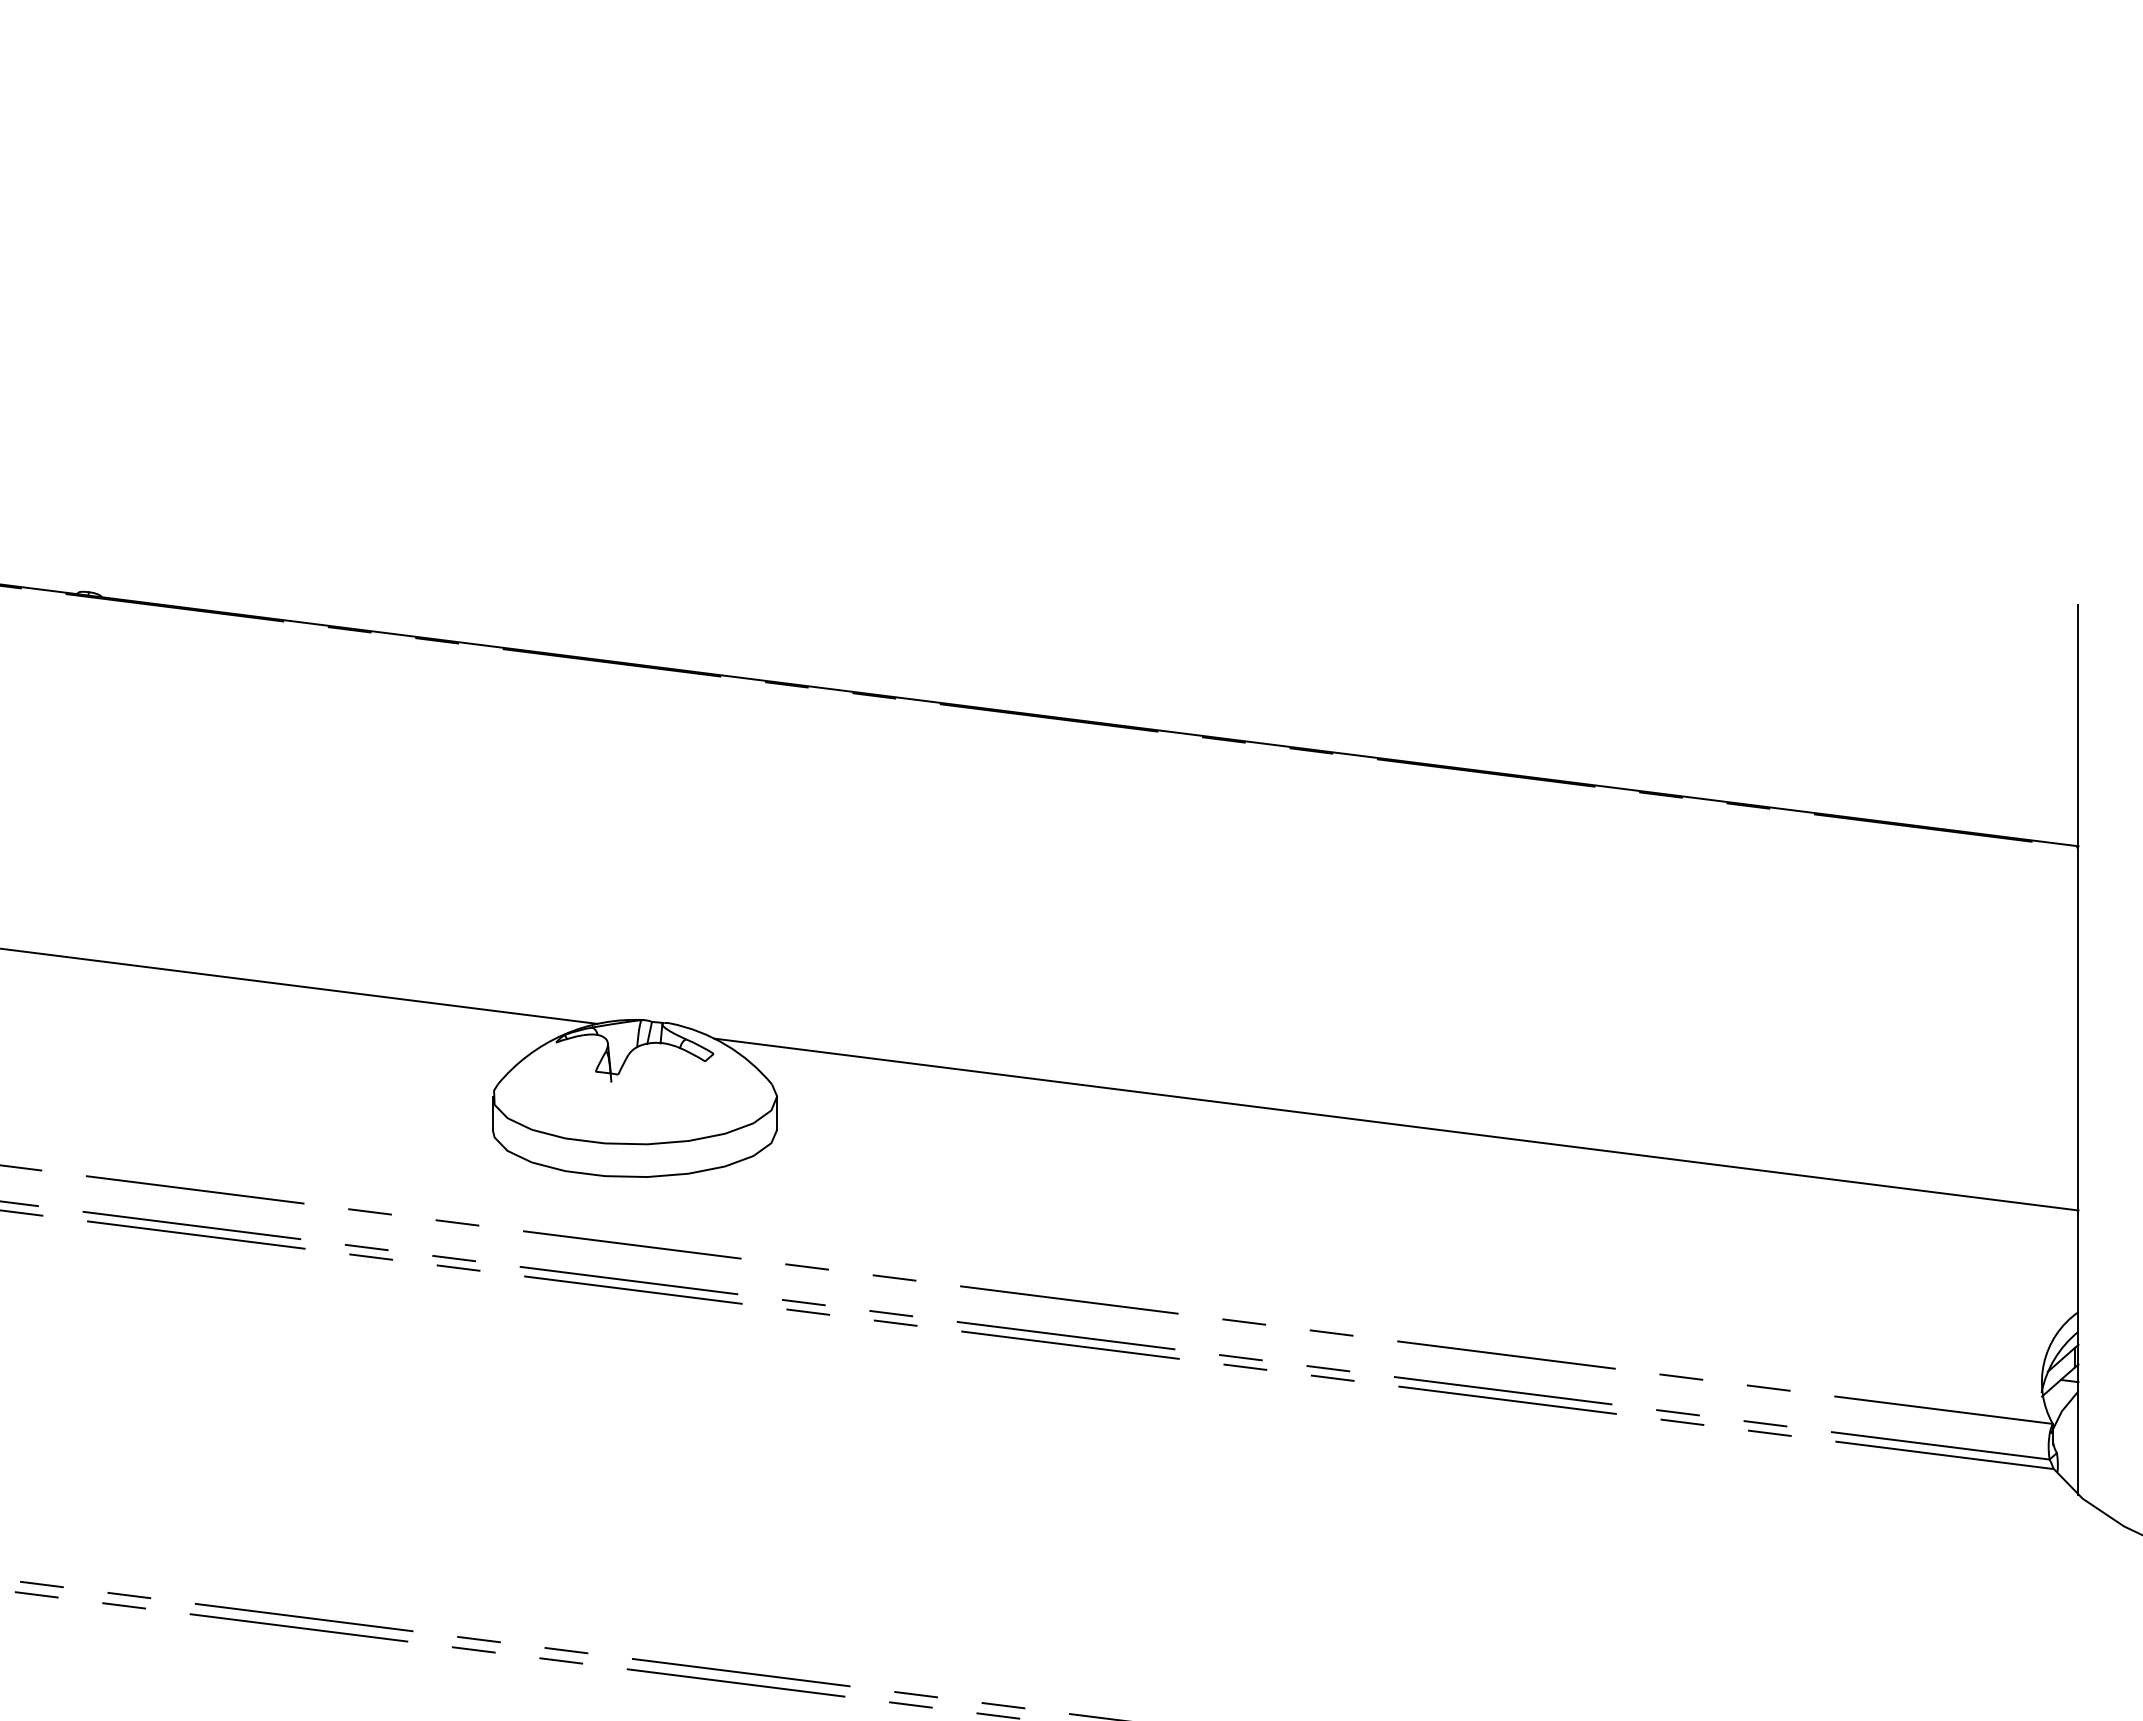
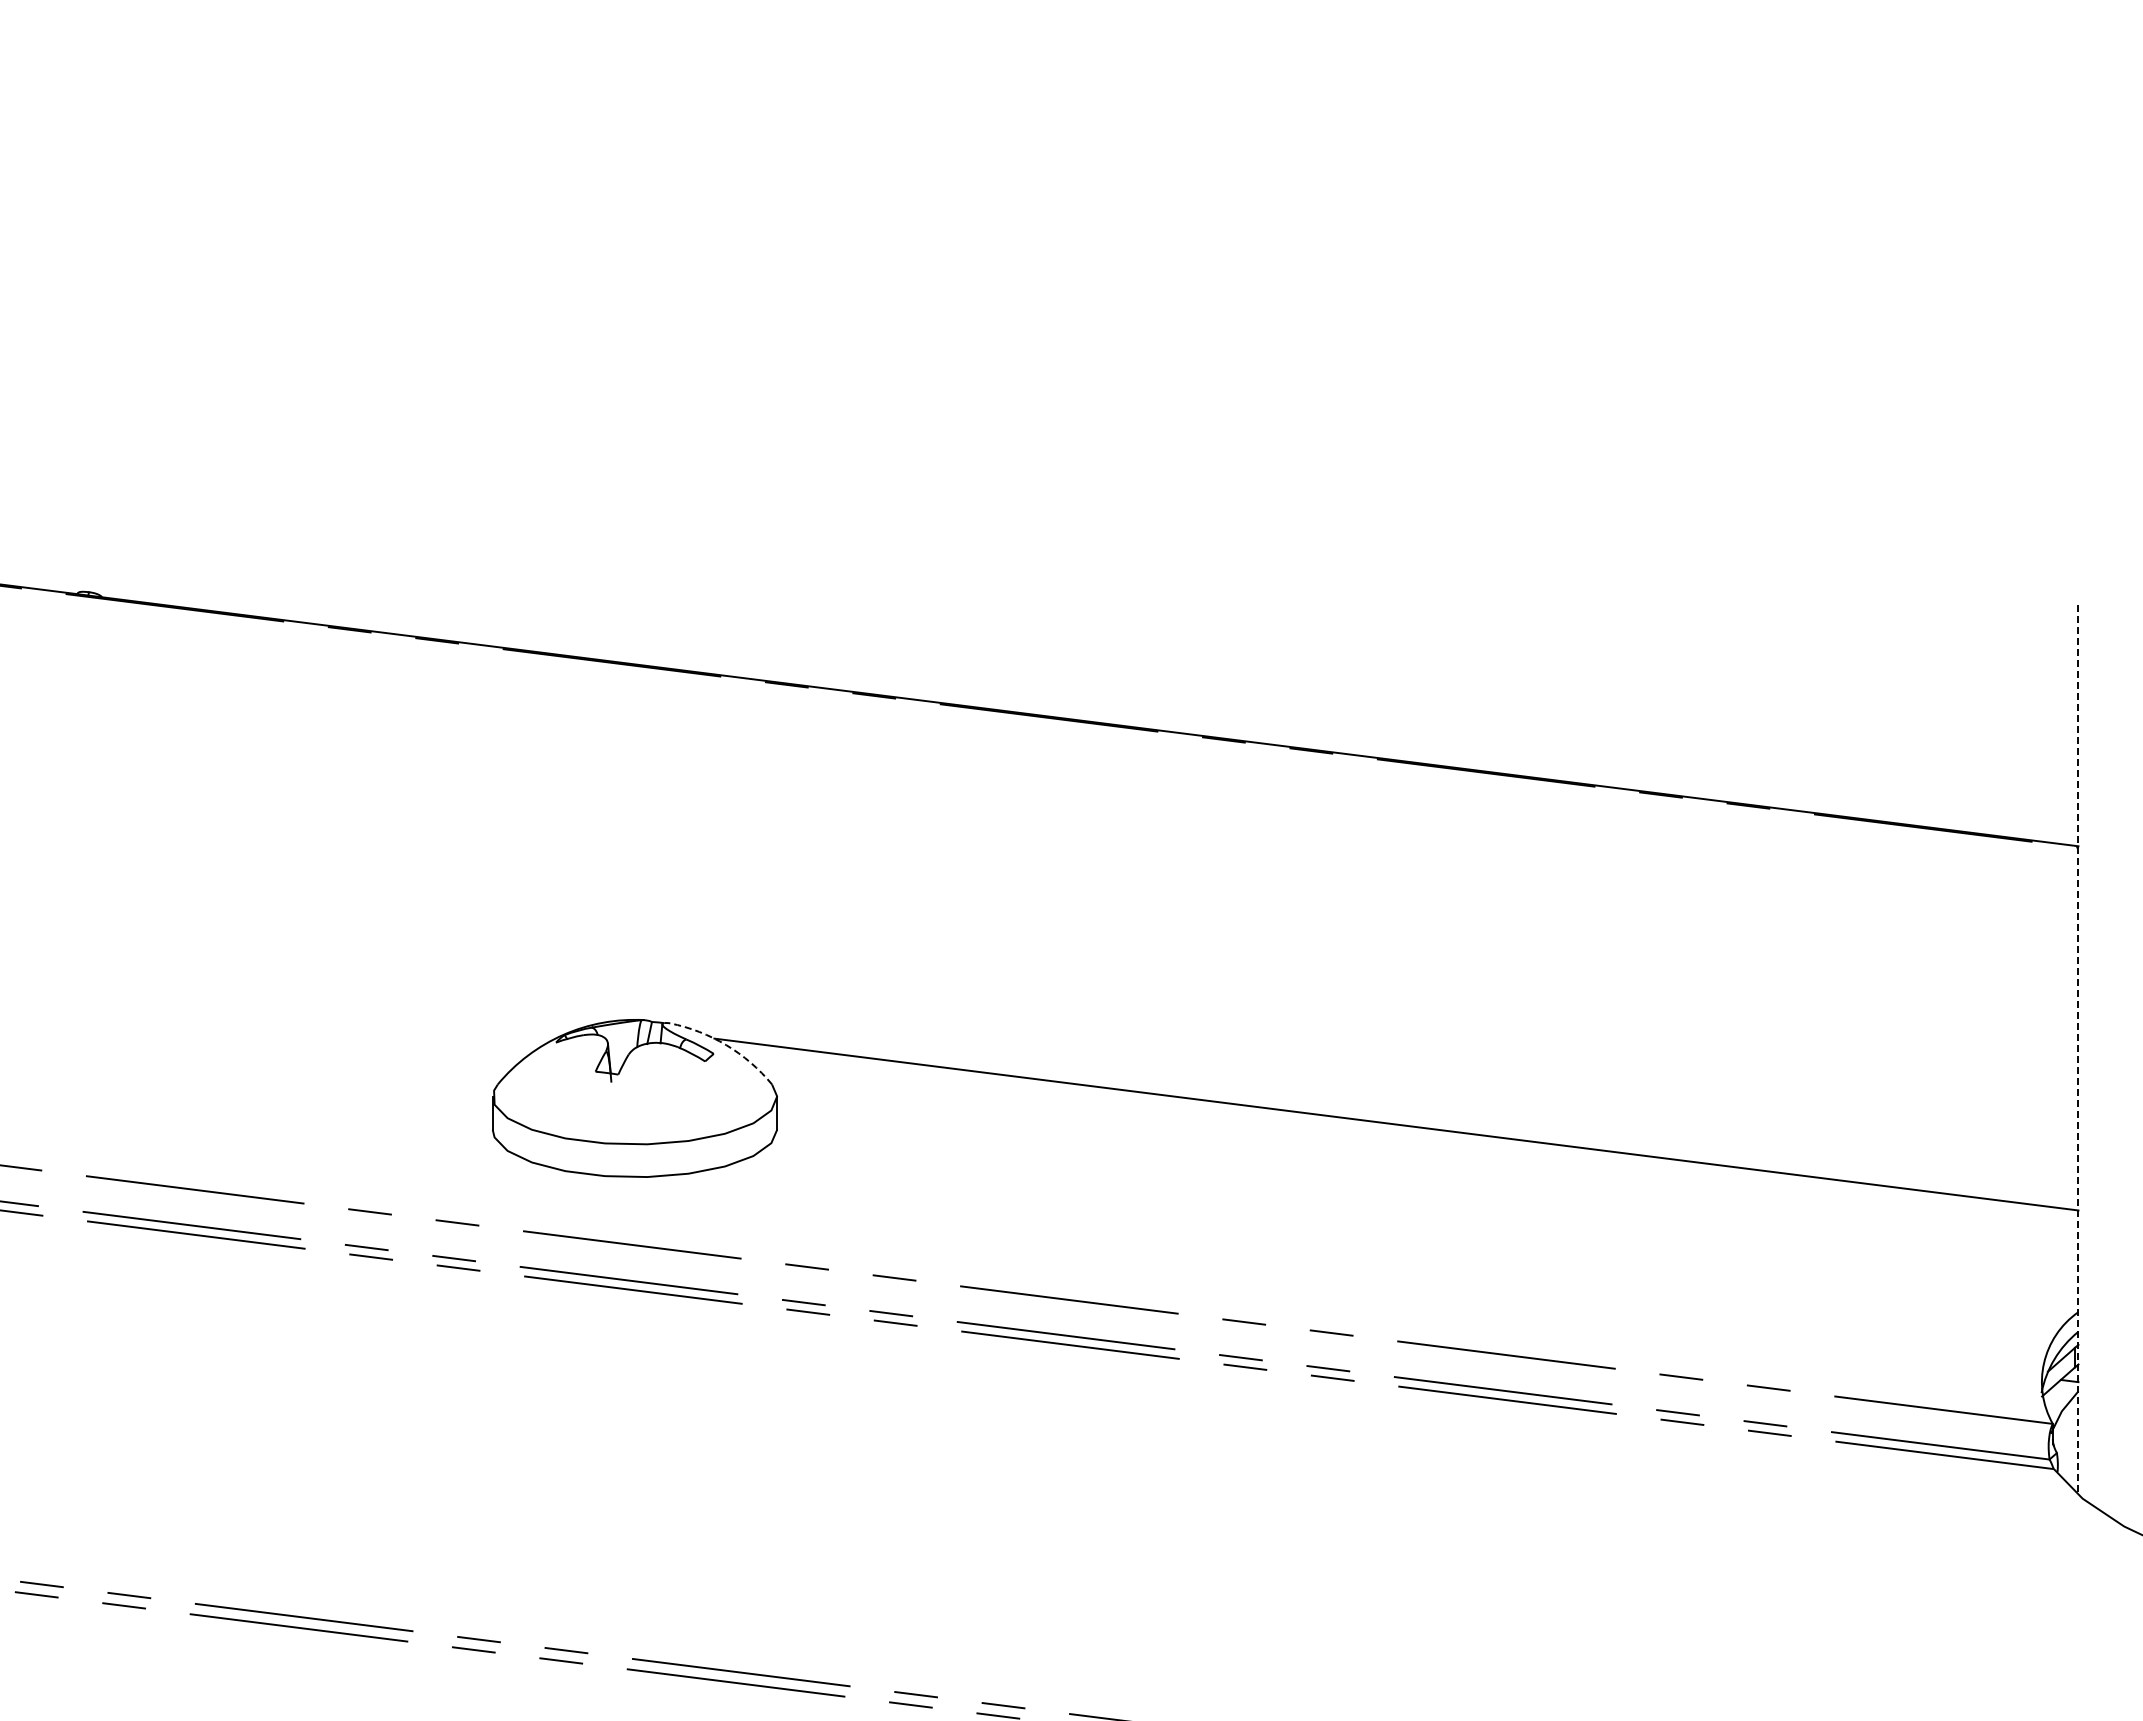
line at (299, 986): present -> none
arc at (726, 1045): solid -> dashed
line at (2078, 1050): solid -> dashed
